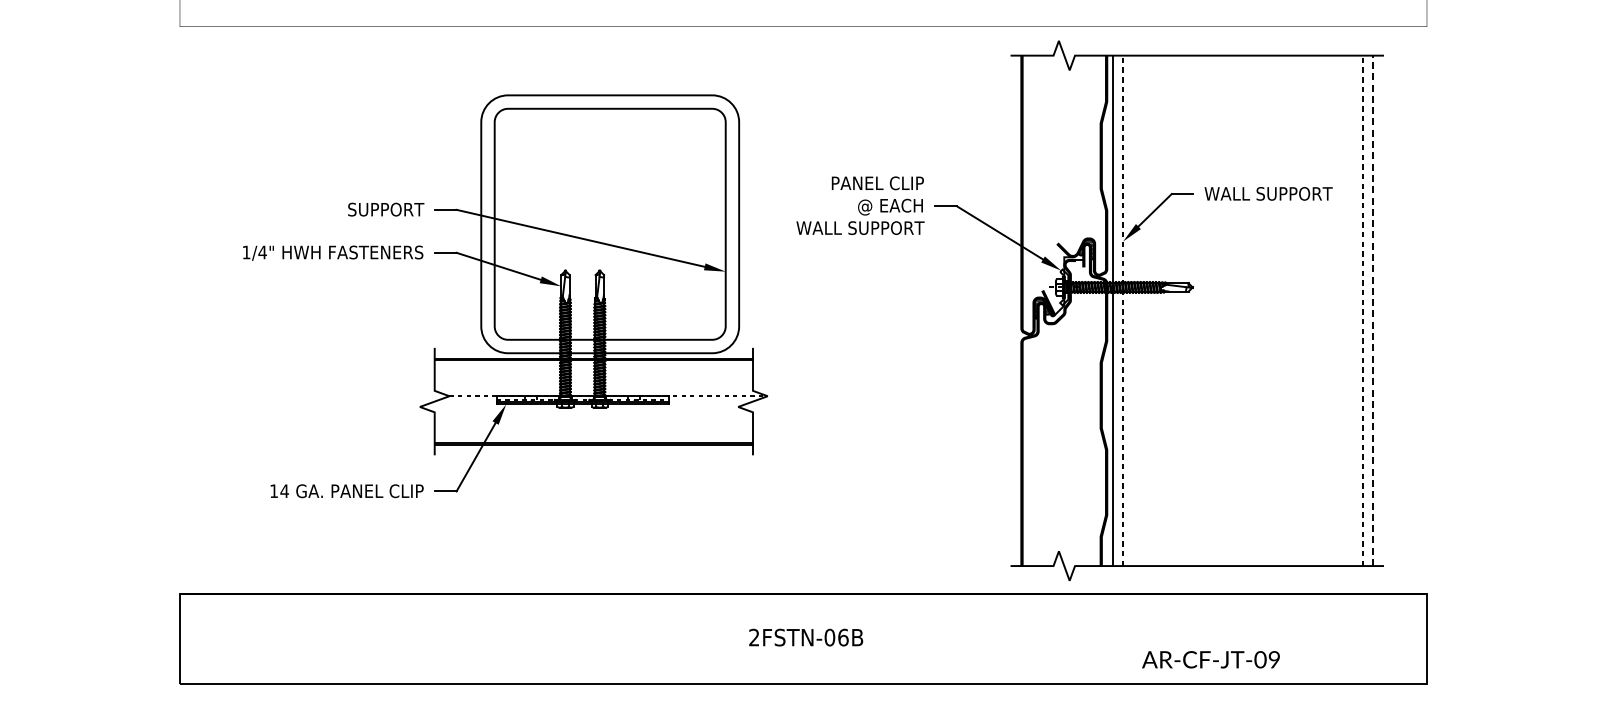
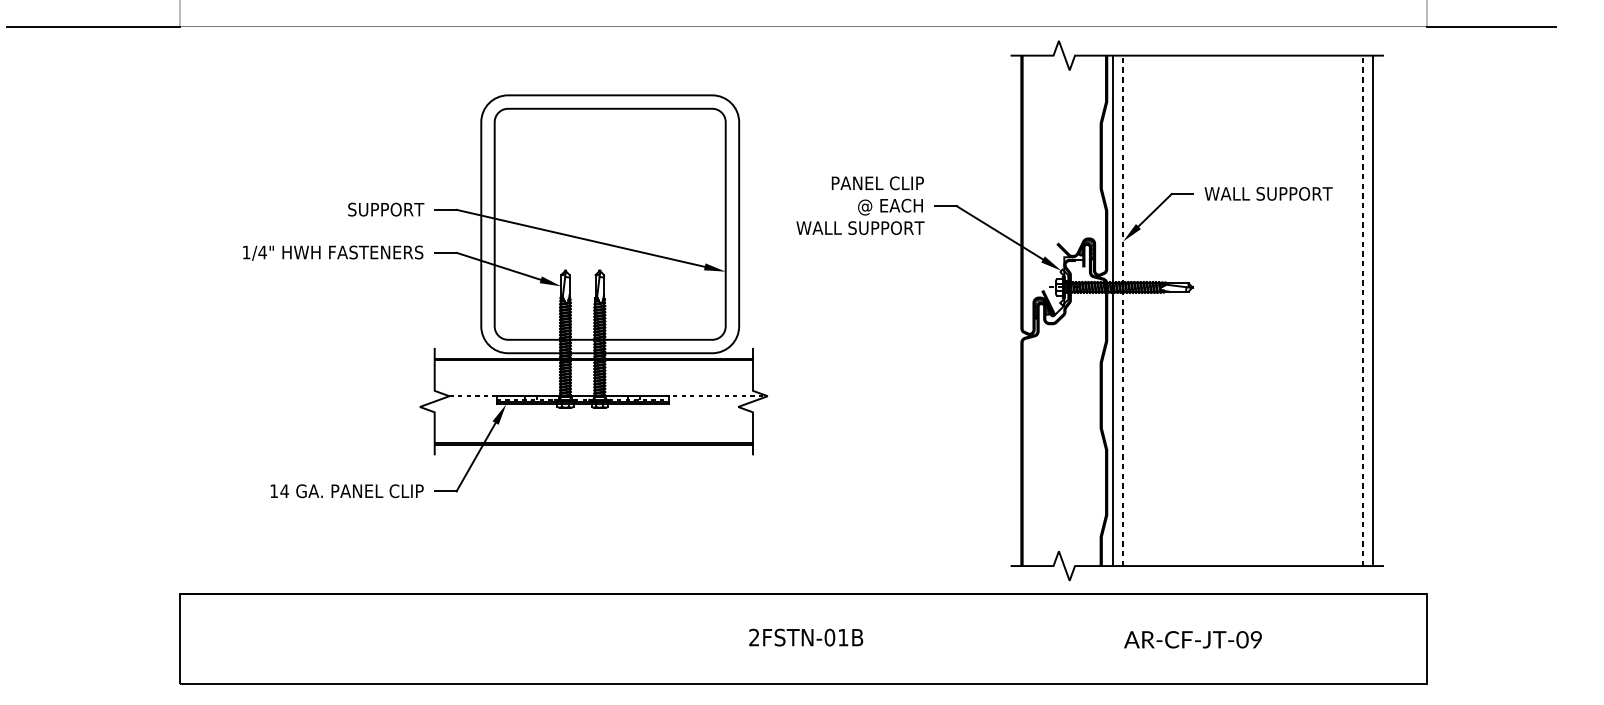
line at (92, 26): none -> present
line at (1490, 26): none -> present
line at (1373, 310): dashed -> solid
text at (843, 637): 2FSTN-06B -> 2FSTN-01B
text at (1210, 659) position: (1210, 659) -> (1192, 639)
